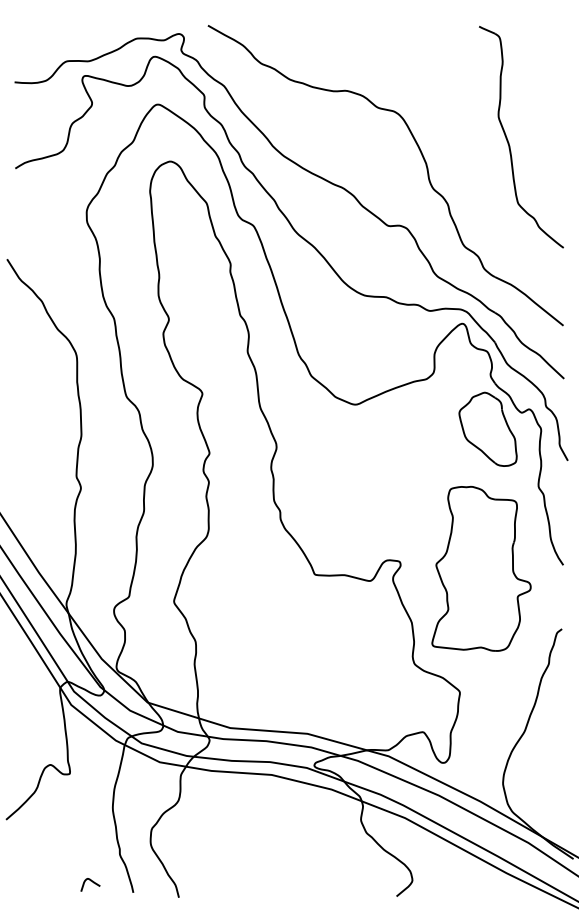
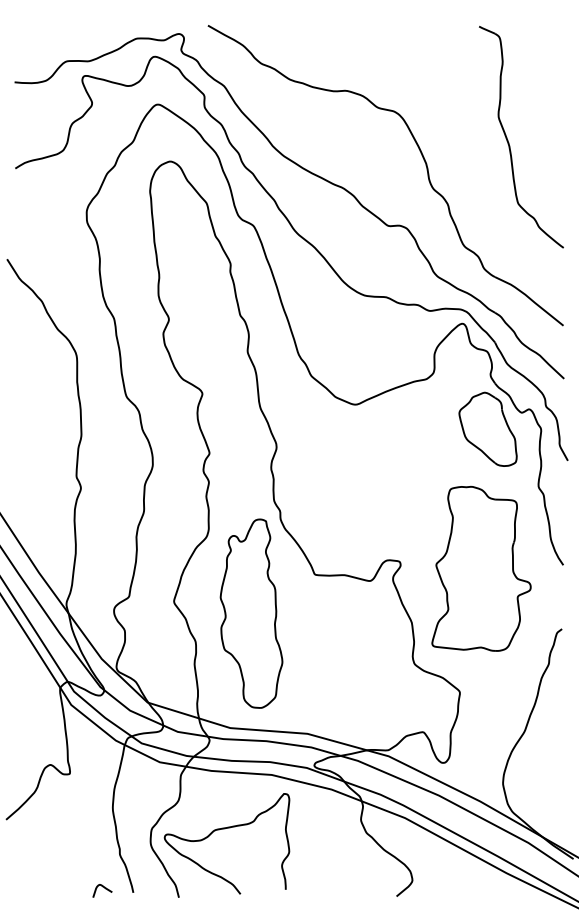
part at (251, 613): none -> present
curve at (225, 829): none -> present
curve at (92, 882) position: (92, 882) -> (104, 888)
